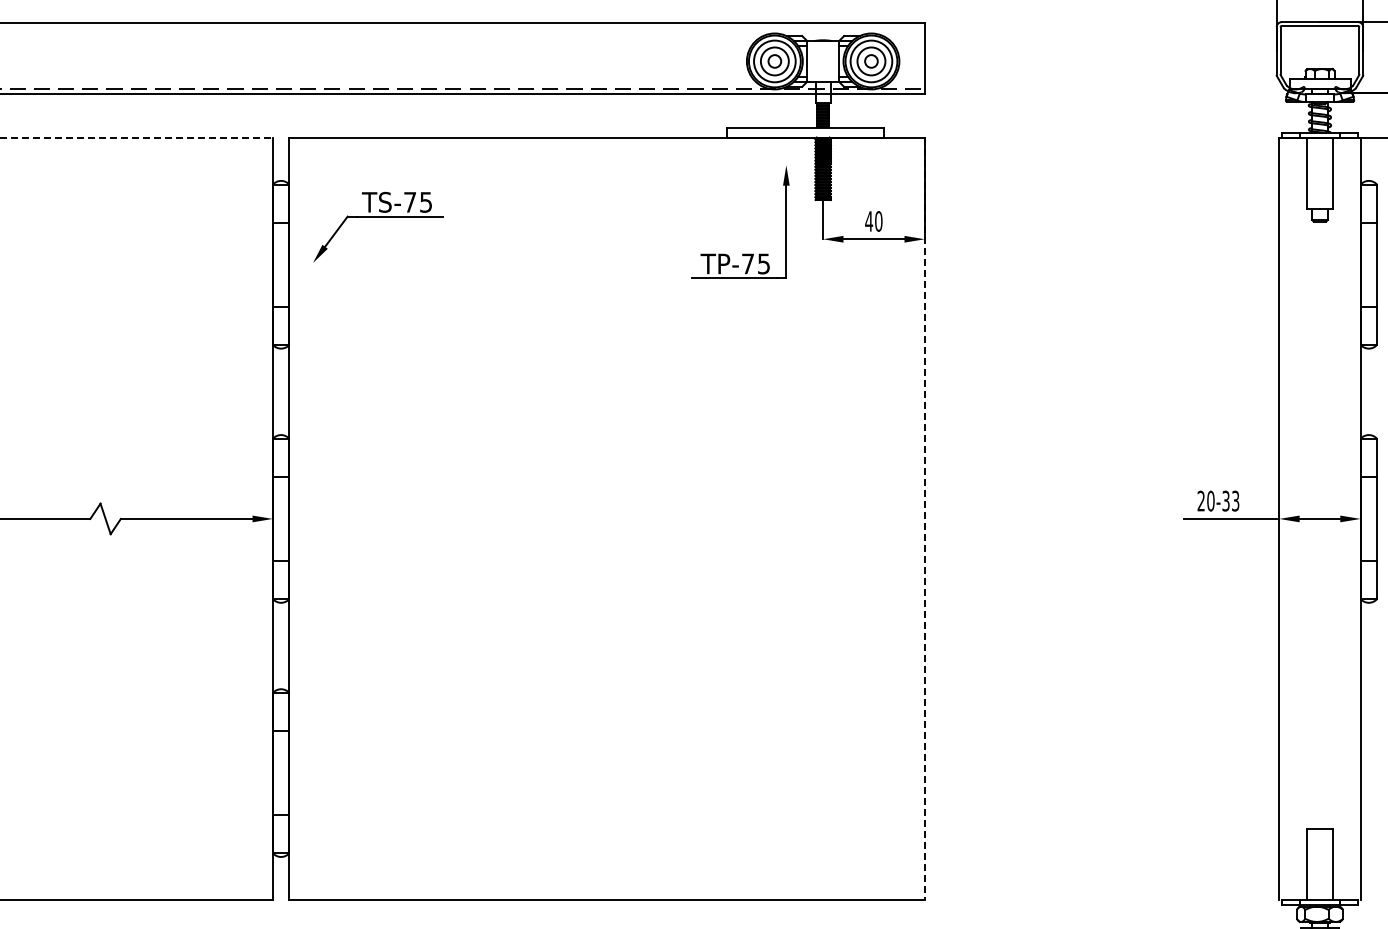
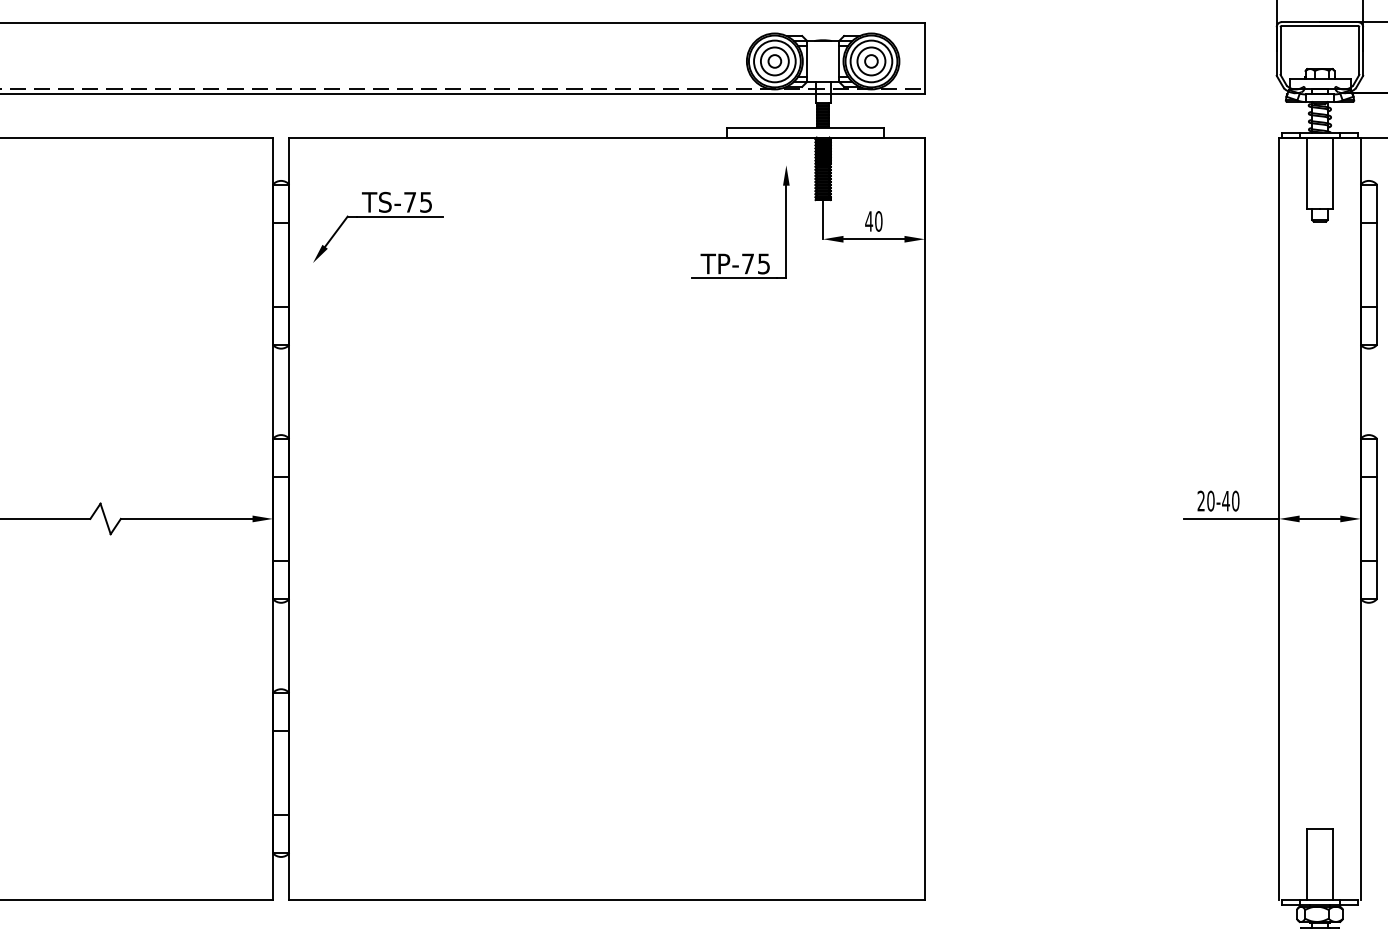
line at (137, 137): dashed -> solid
text at (1230, 500): 20-33 -> 20-40
line at (924, 519): dashed -> solid
